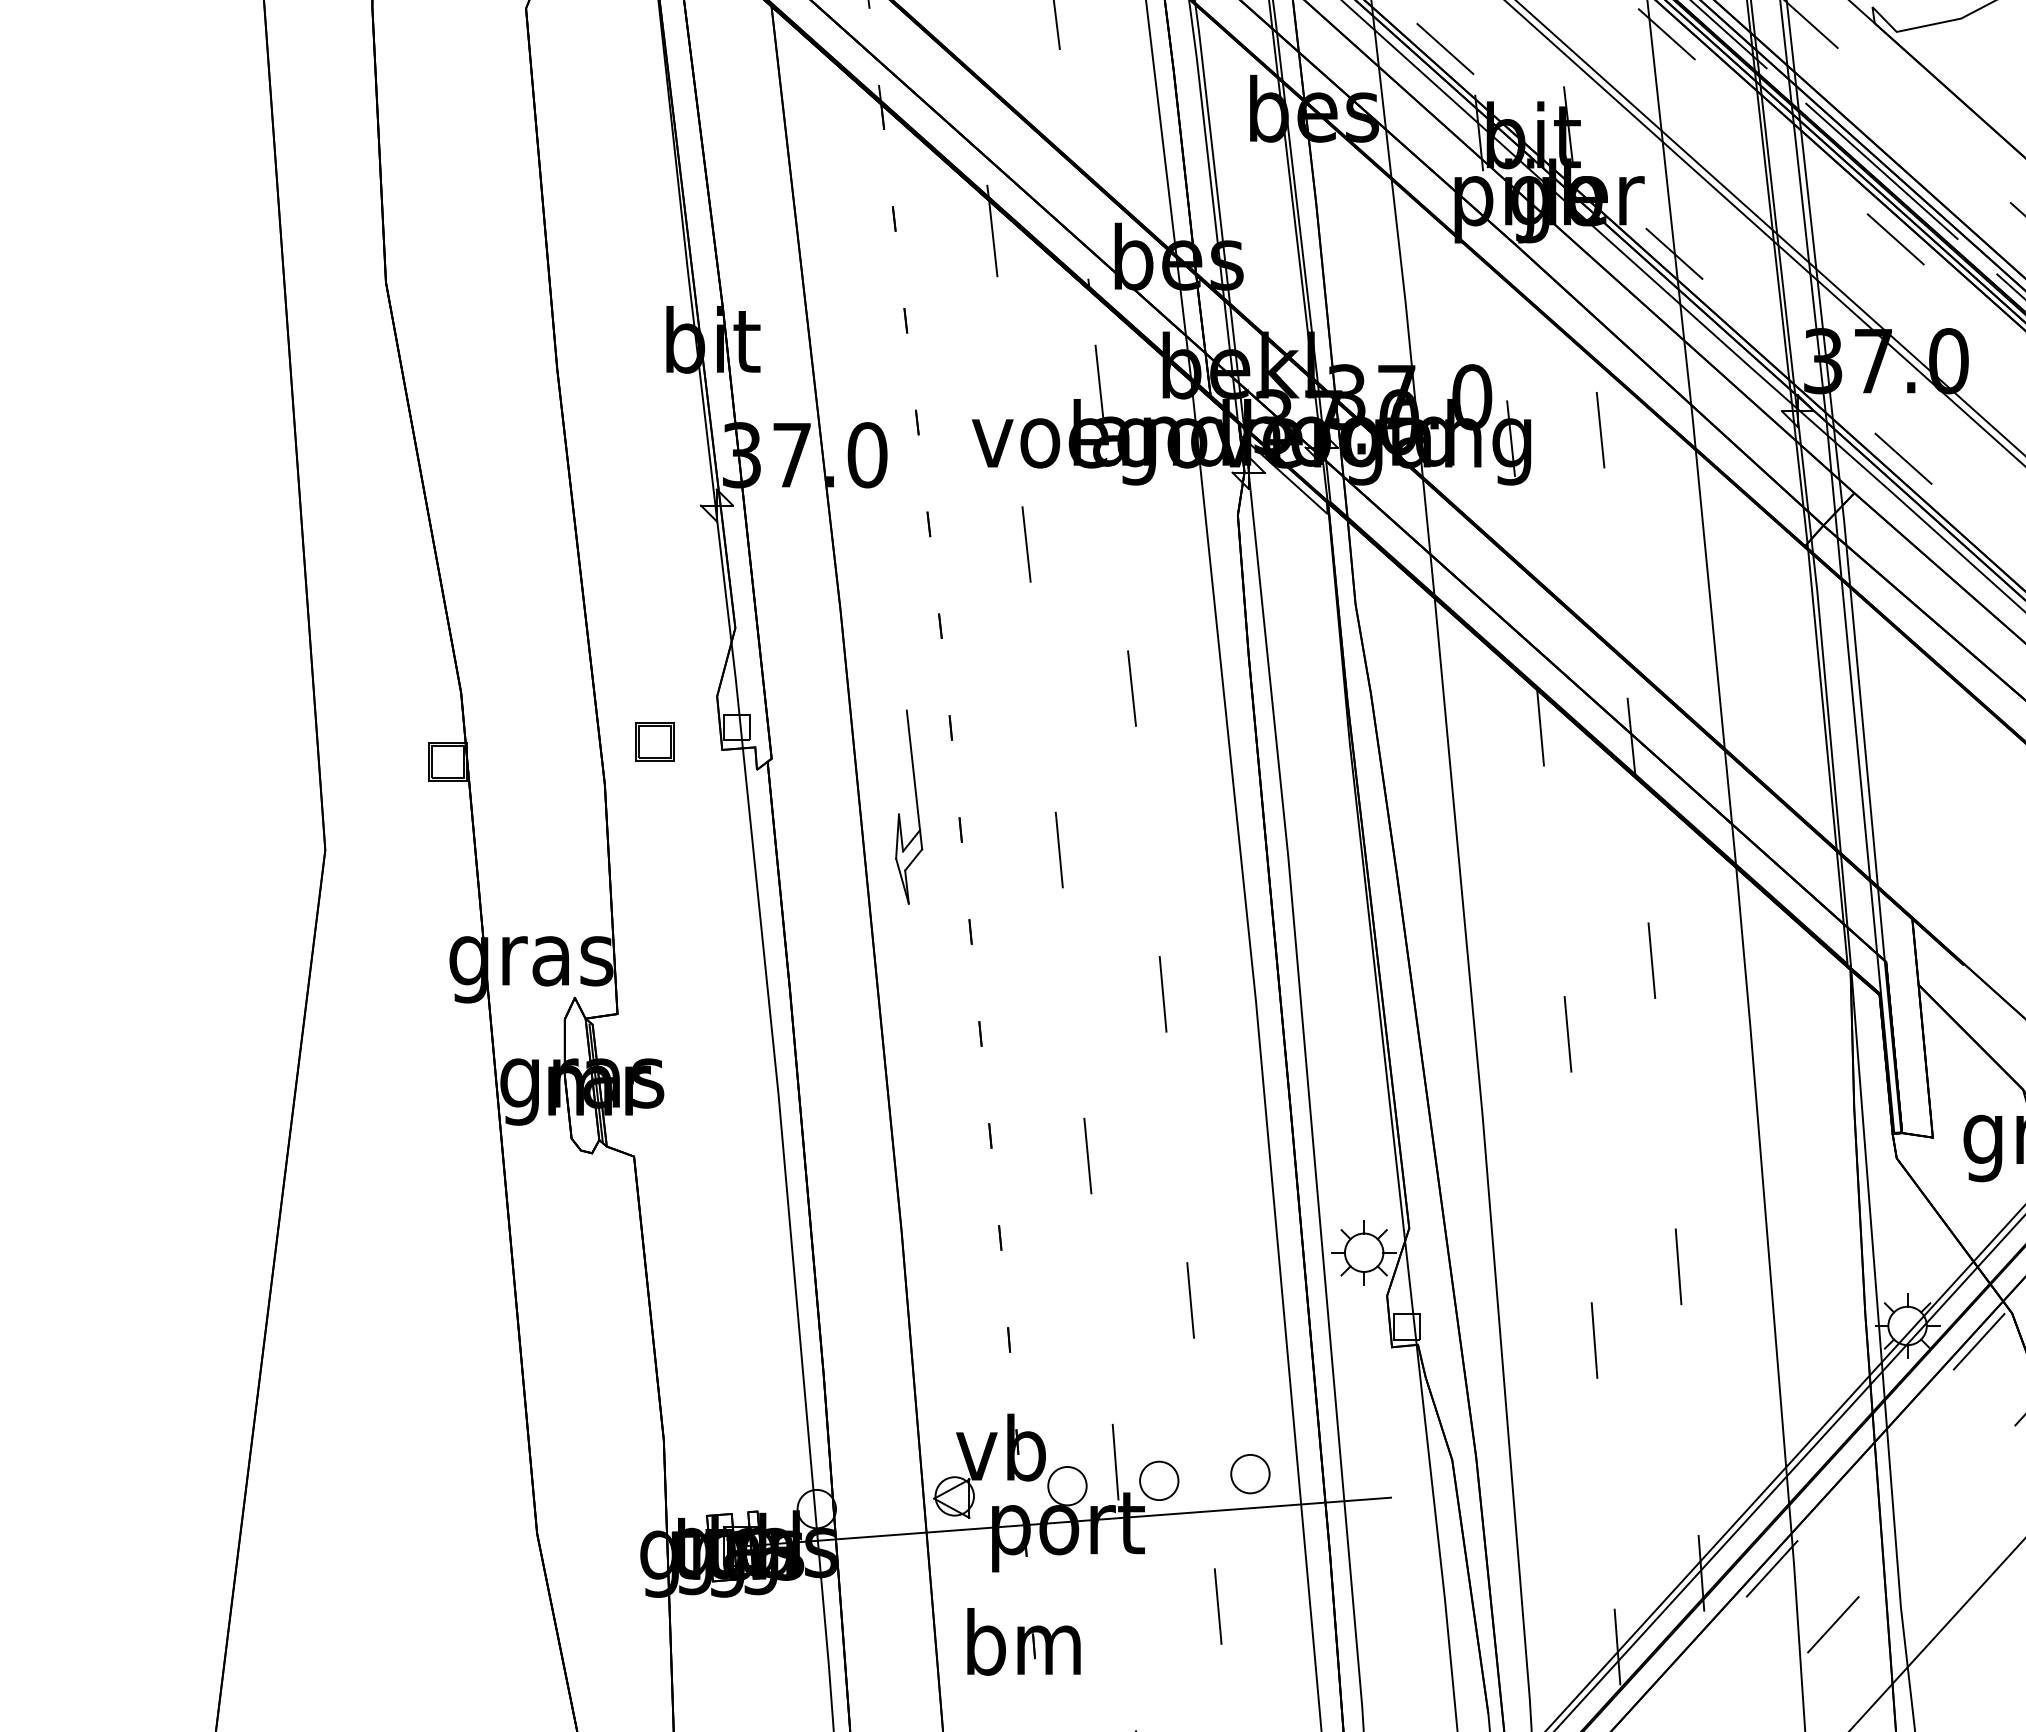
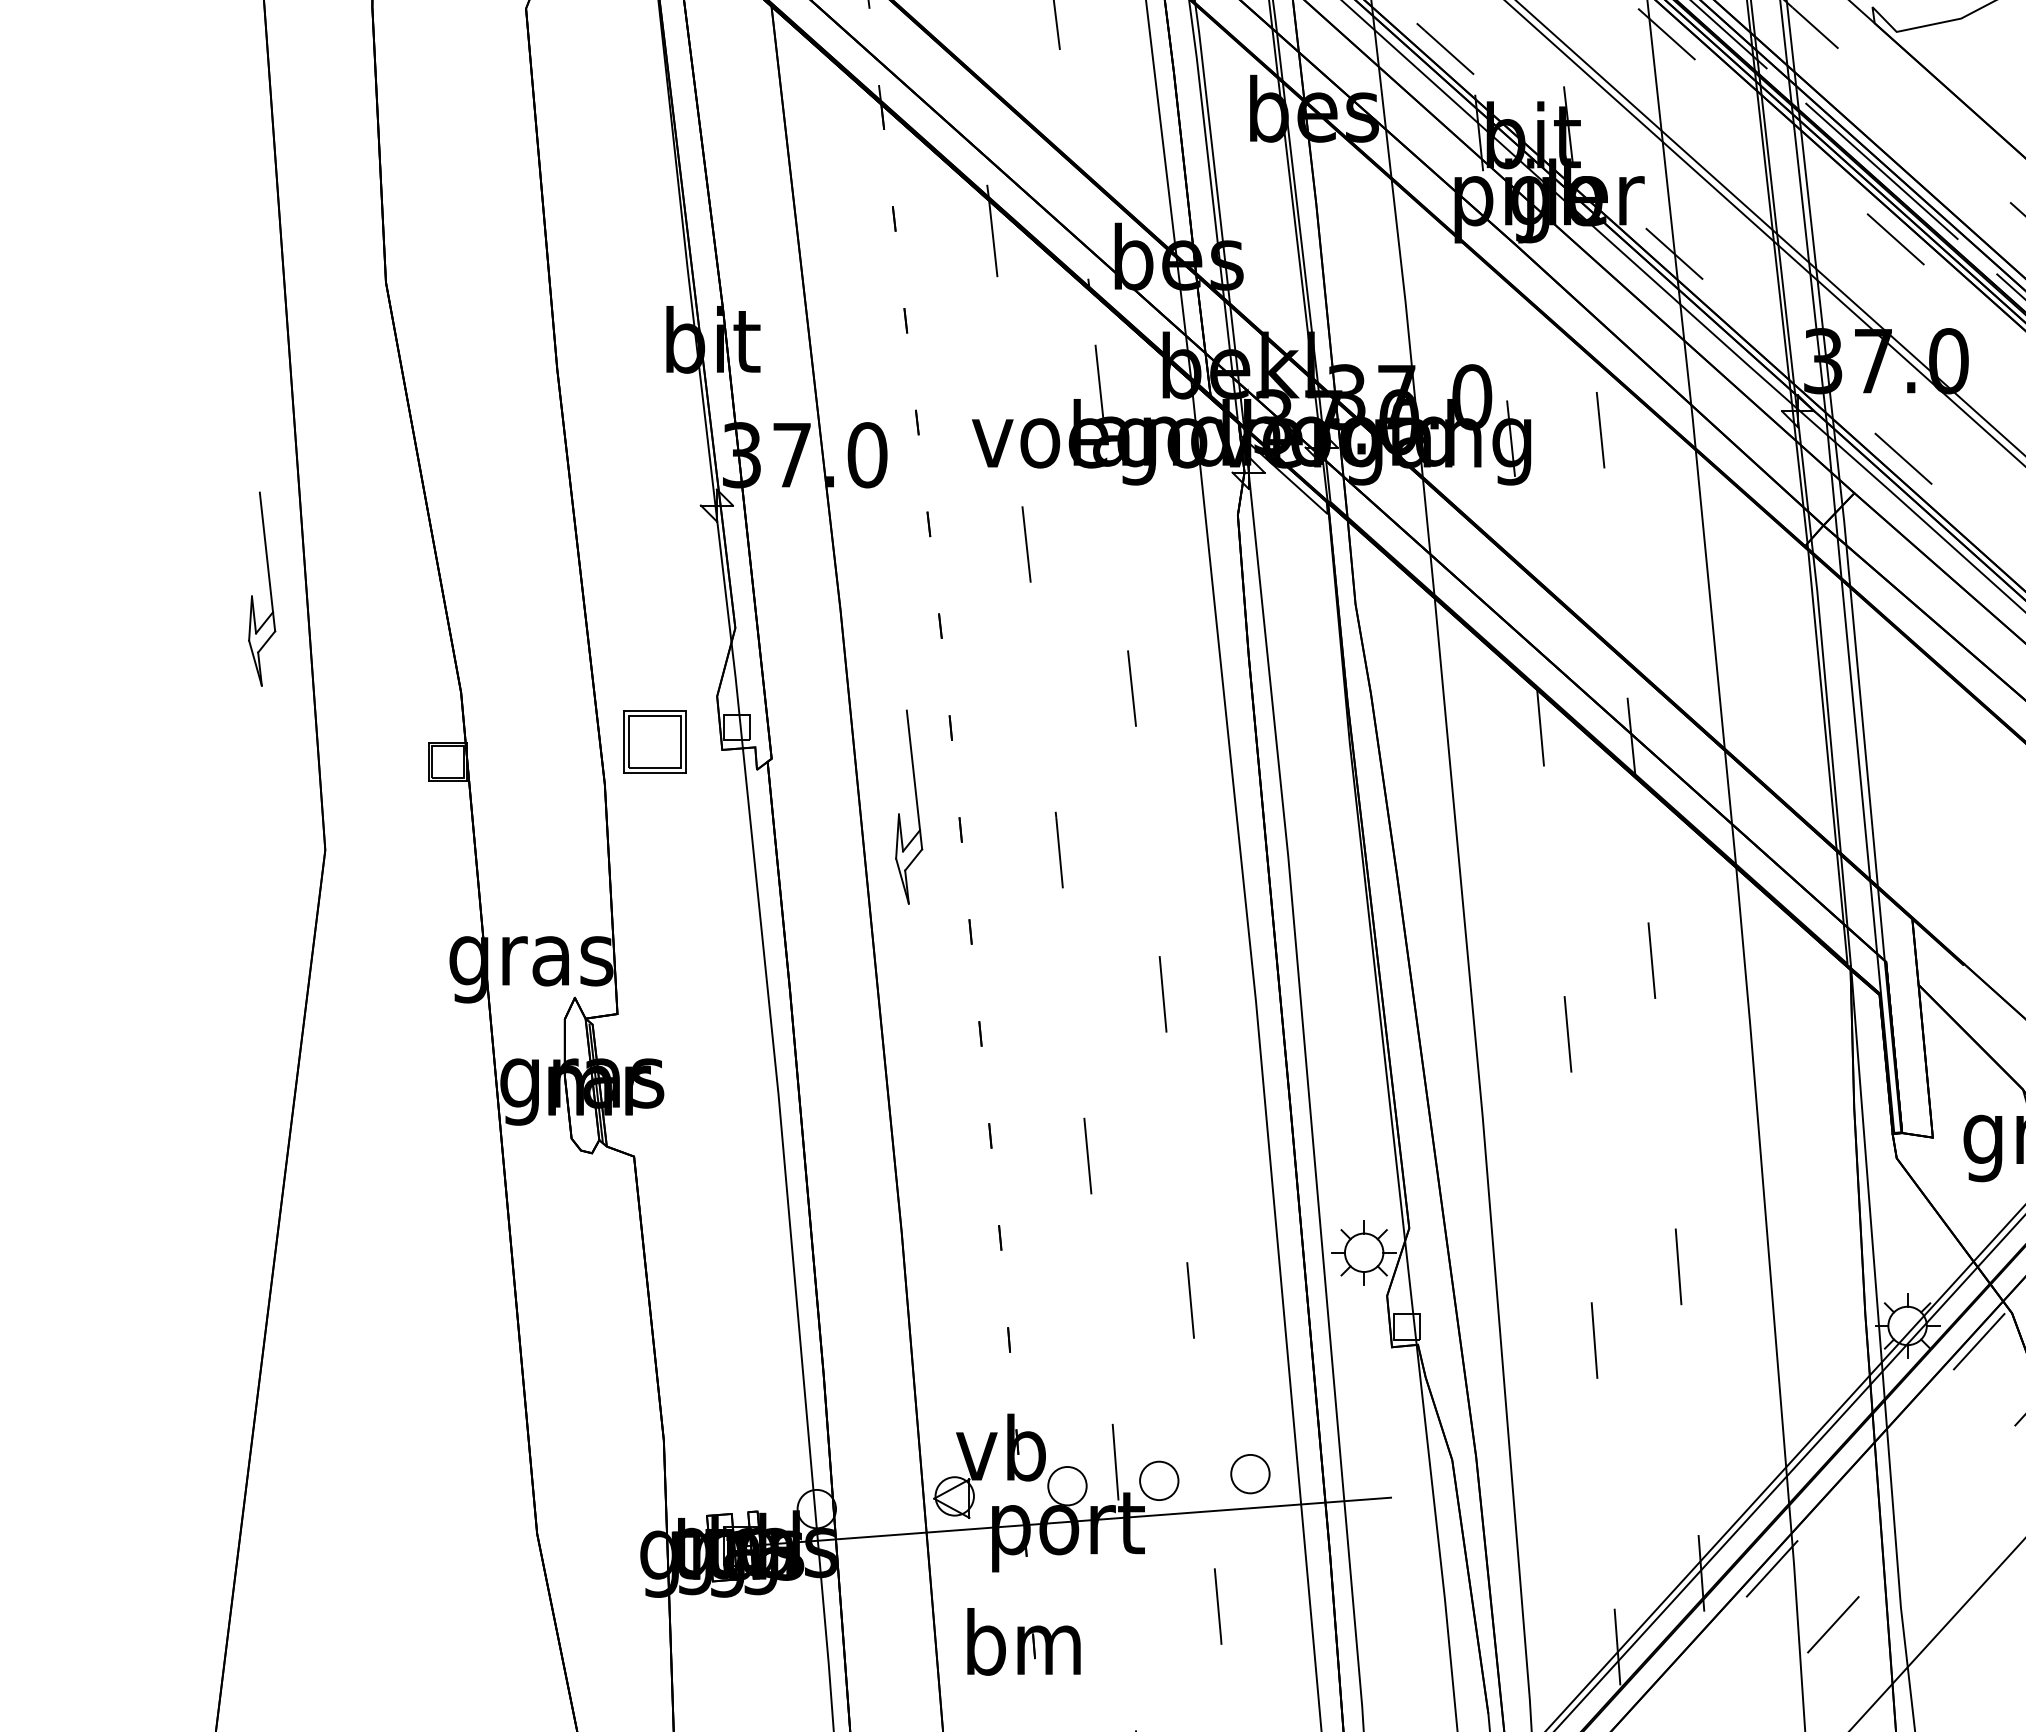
part at (269, 588): none -> present
part at (654, 741) size: 40x40 px -> 64x64 px
